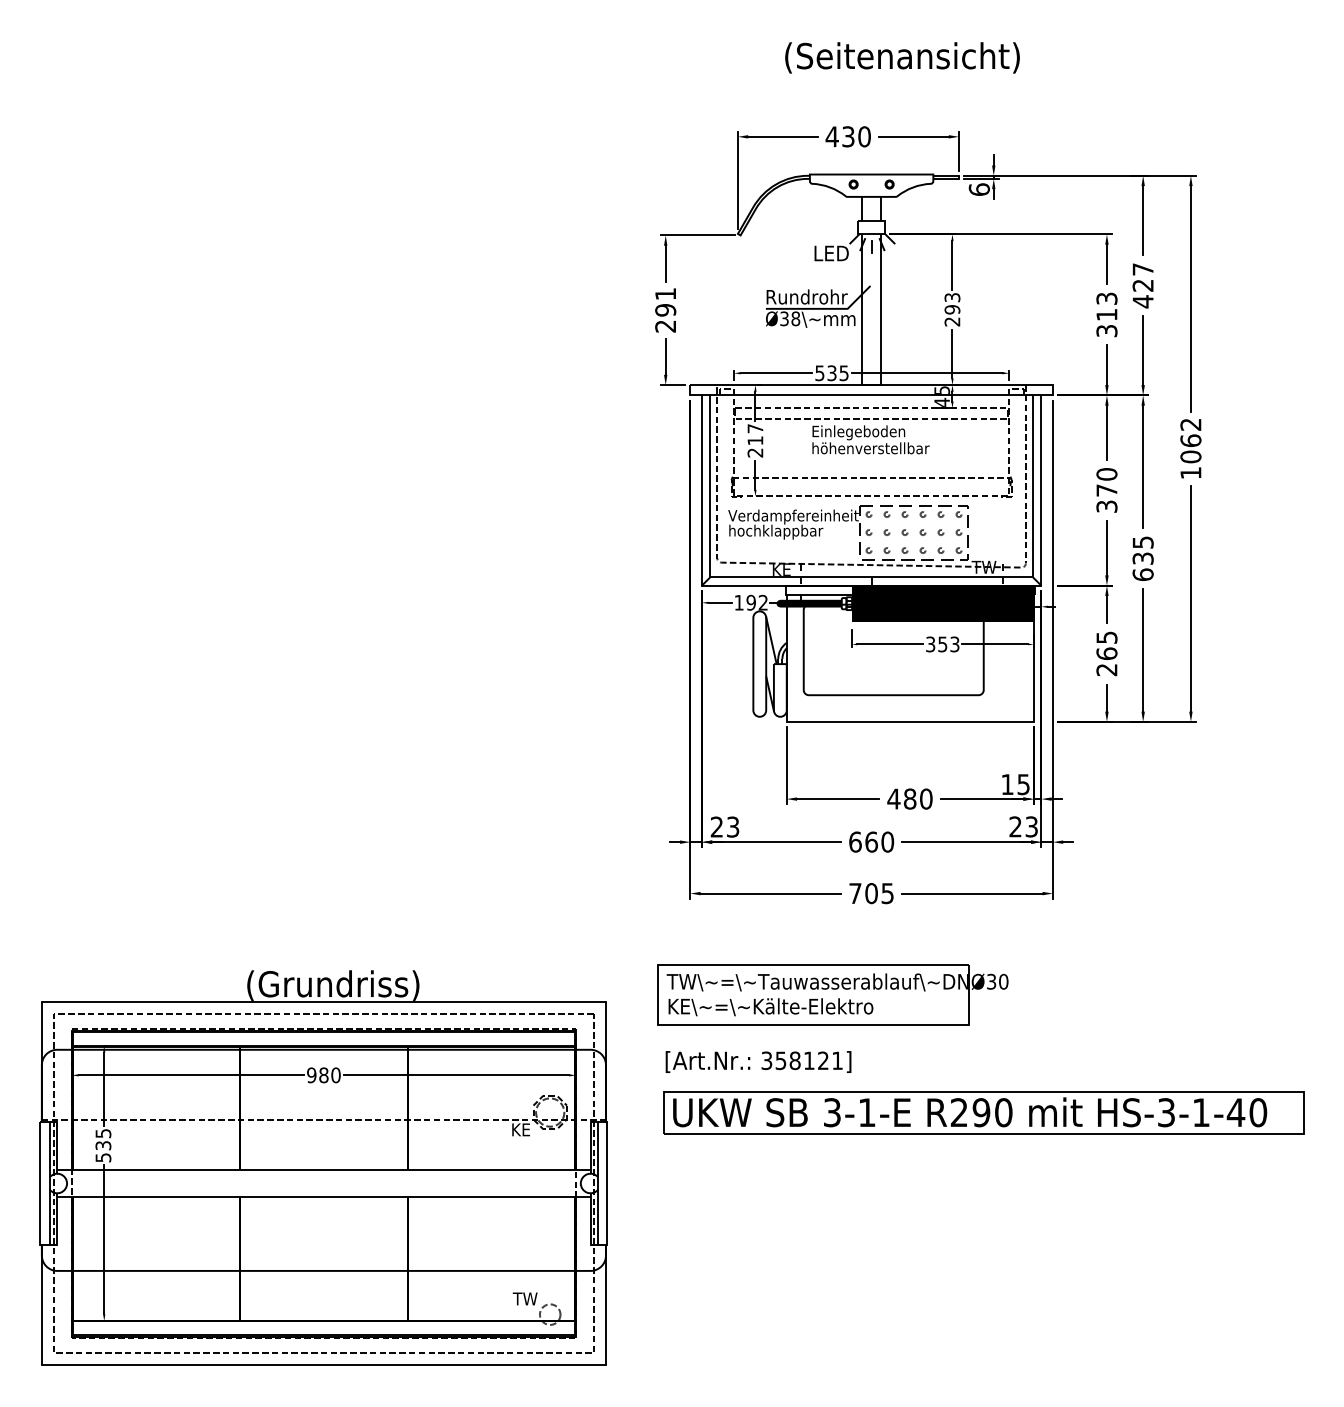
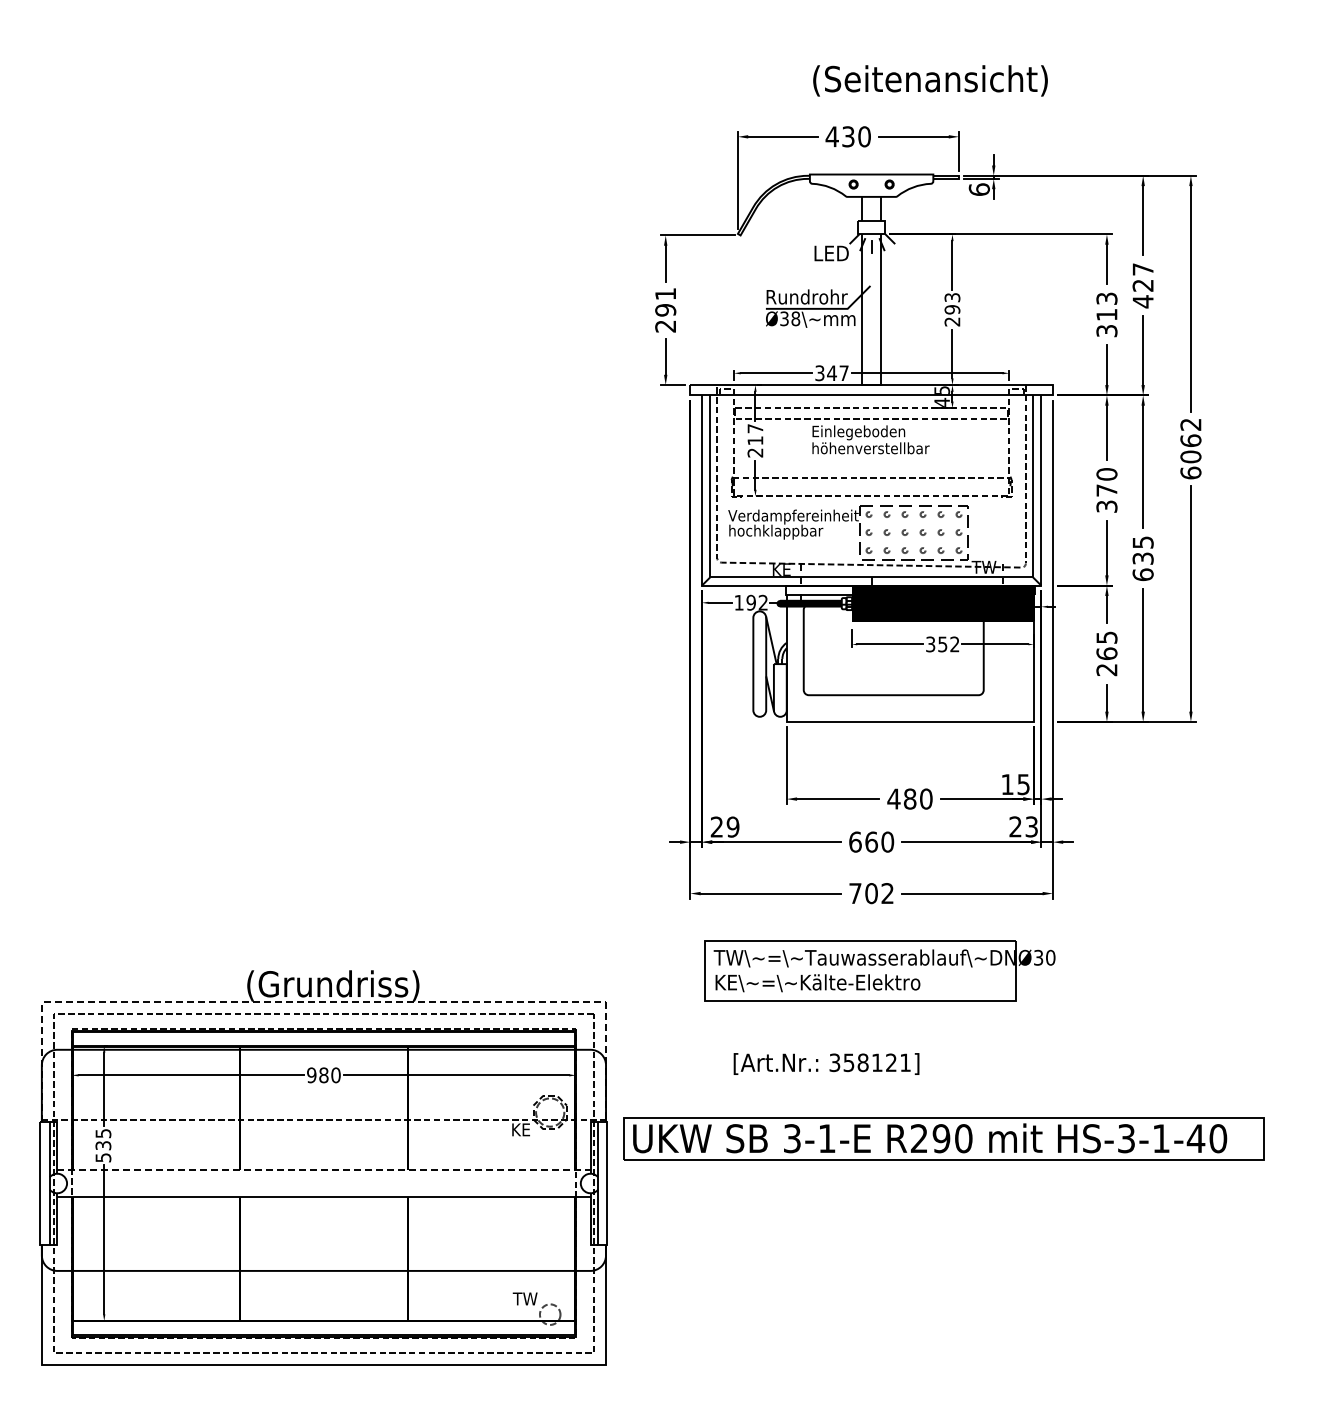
text at (902, 57) position: (902, 57) -> (930, 80)
text at (831, 373): 535 -> 347
text at (1190, 472): 1062 -> 6062
text at (954, 644): 353 -> 352
text at (732, 826): 23 -> 29
text at (887, 893): 705 -> 702
part at (832, 994) position: (832, 994) -> (879, 970)
line at (323, 1002): solid -> dashed
text at (758, 1061) position: (758, 1061) -> (826, 1063)
part at (983, 1112) position: (983, 1112) -> (943, 1138)
line at (323, 1169): solid -> dashed
